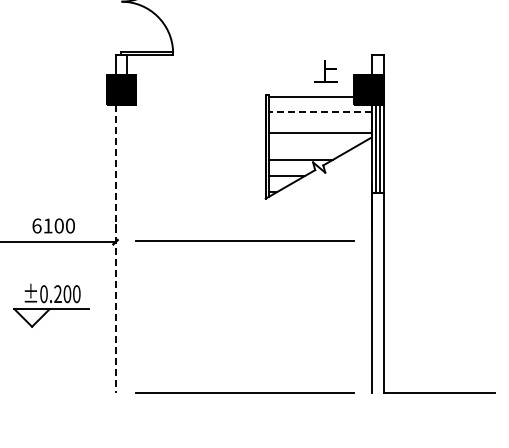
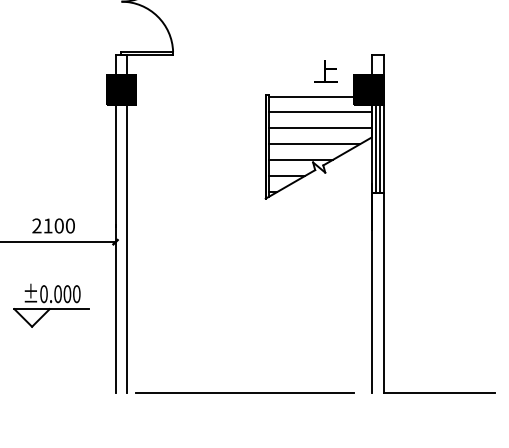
line at (320, 112): dashed -> solid
line at (320, 133) position: (320, 133) -> (320, 128)
line at (314, 144): none -> present
text at (36, 225): 6100 -> 2100
line at (244, 240): present -> none
line at (127, 248): none -> present
line at (115, 249): dashed -> solid
text at (57, 294): ±0.200 -> ±0.000
